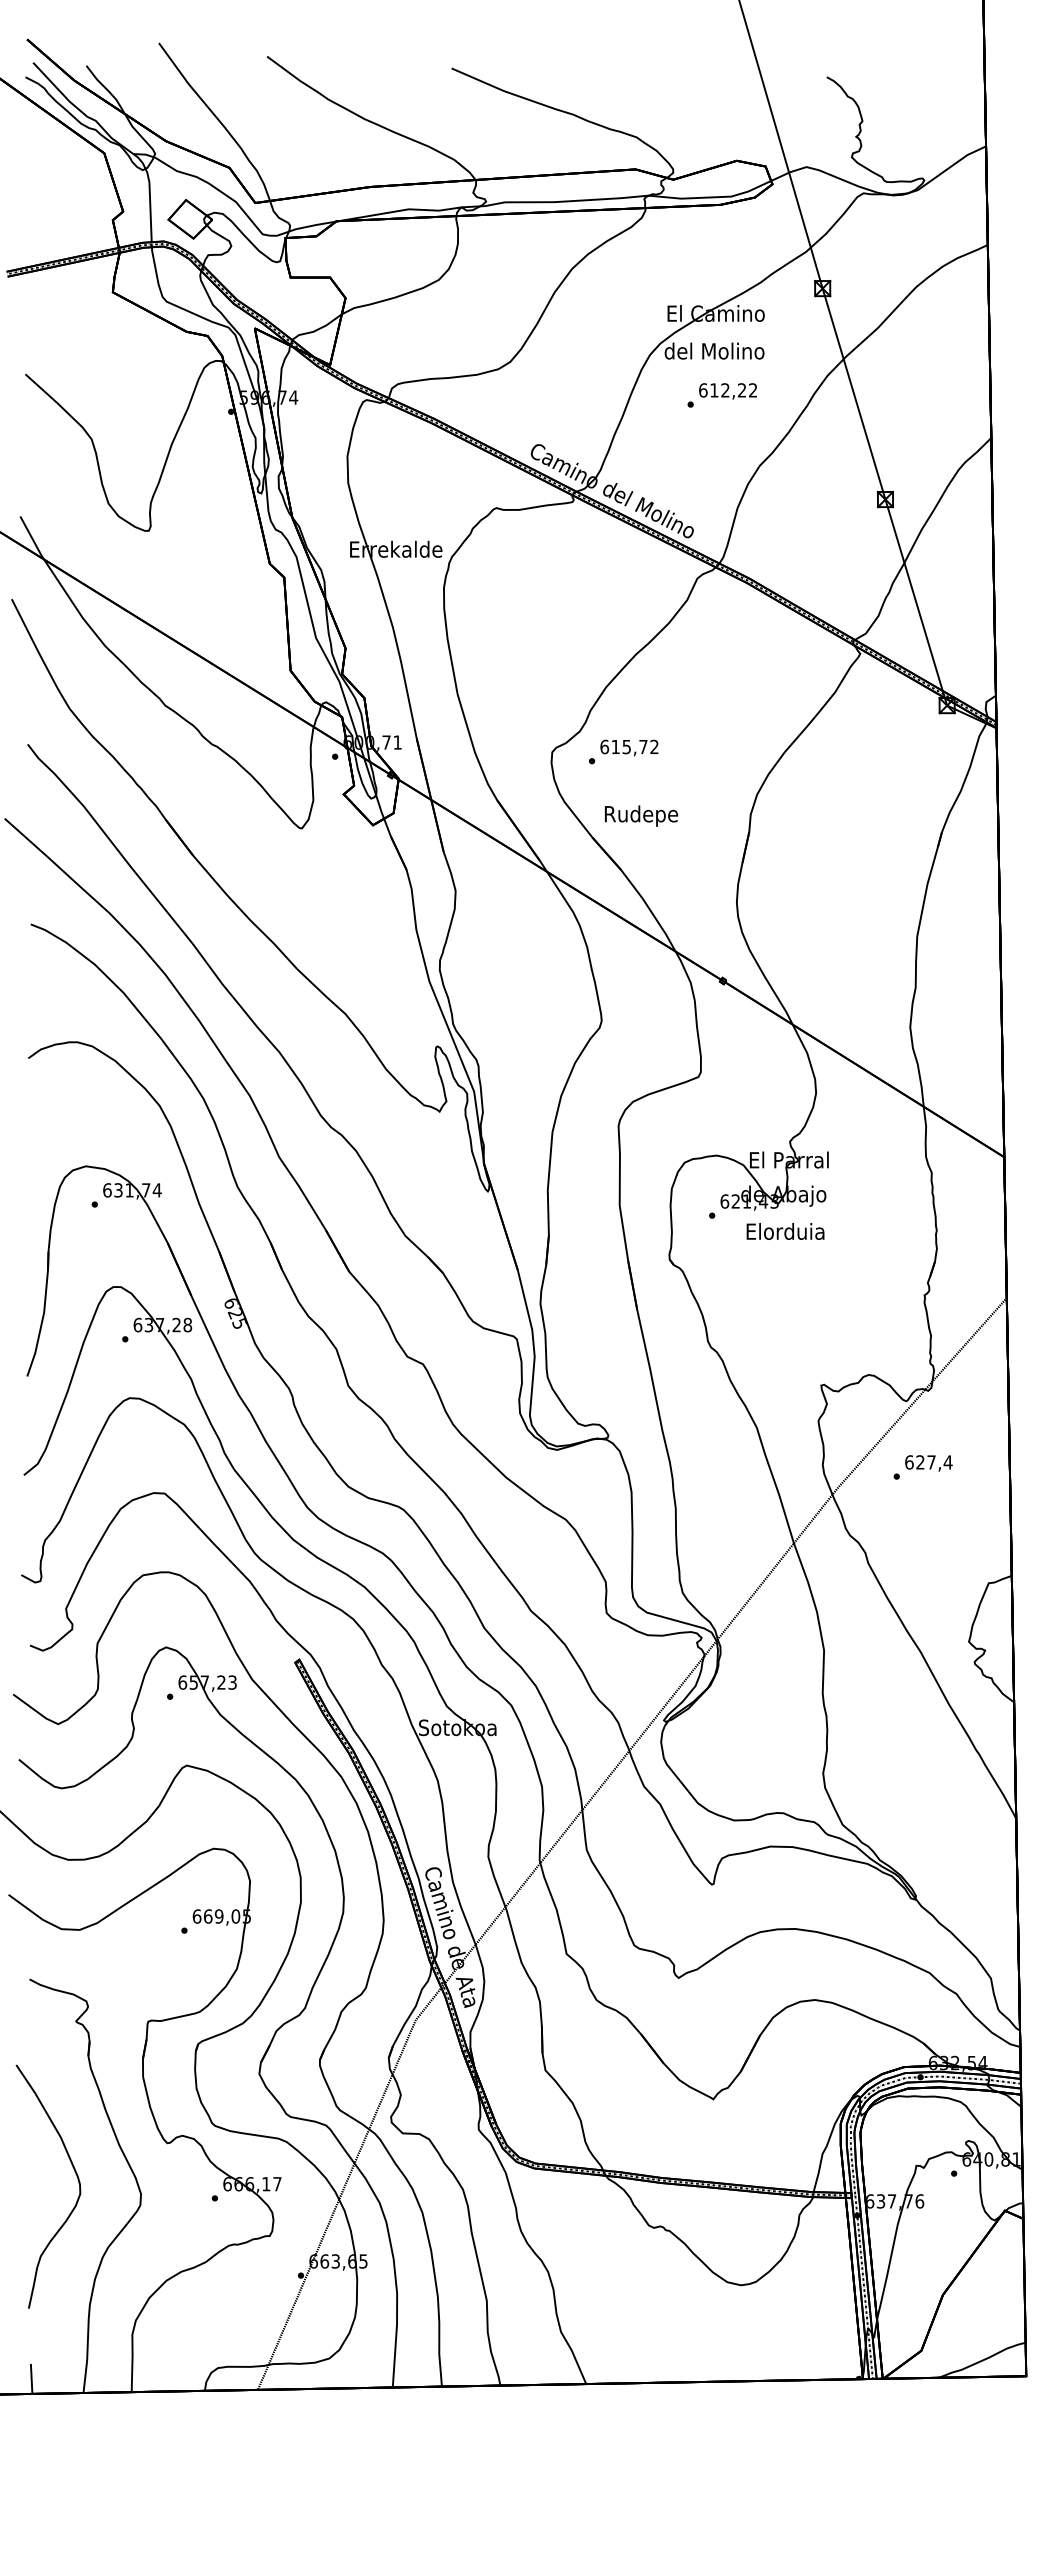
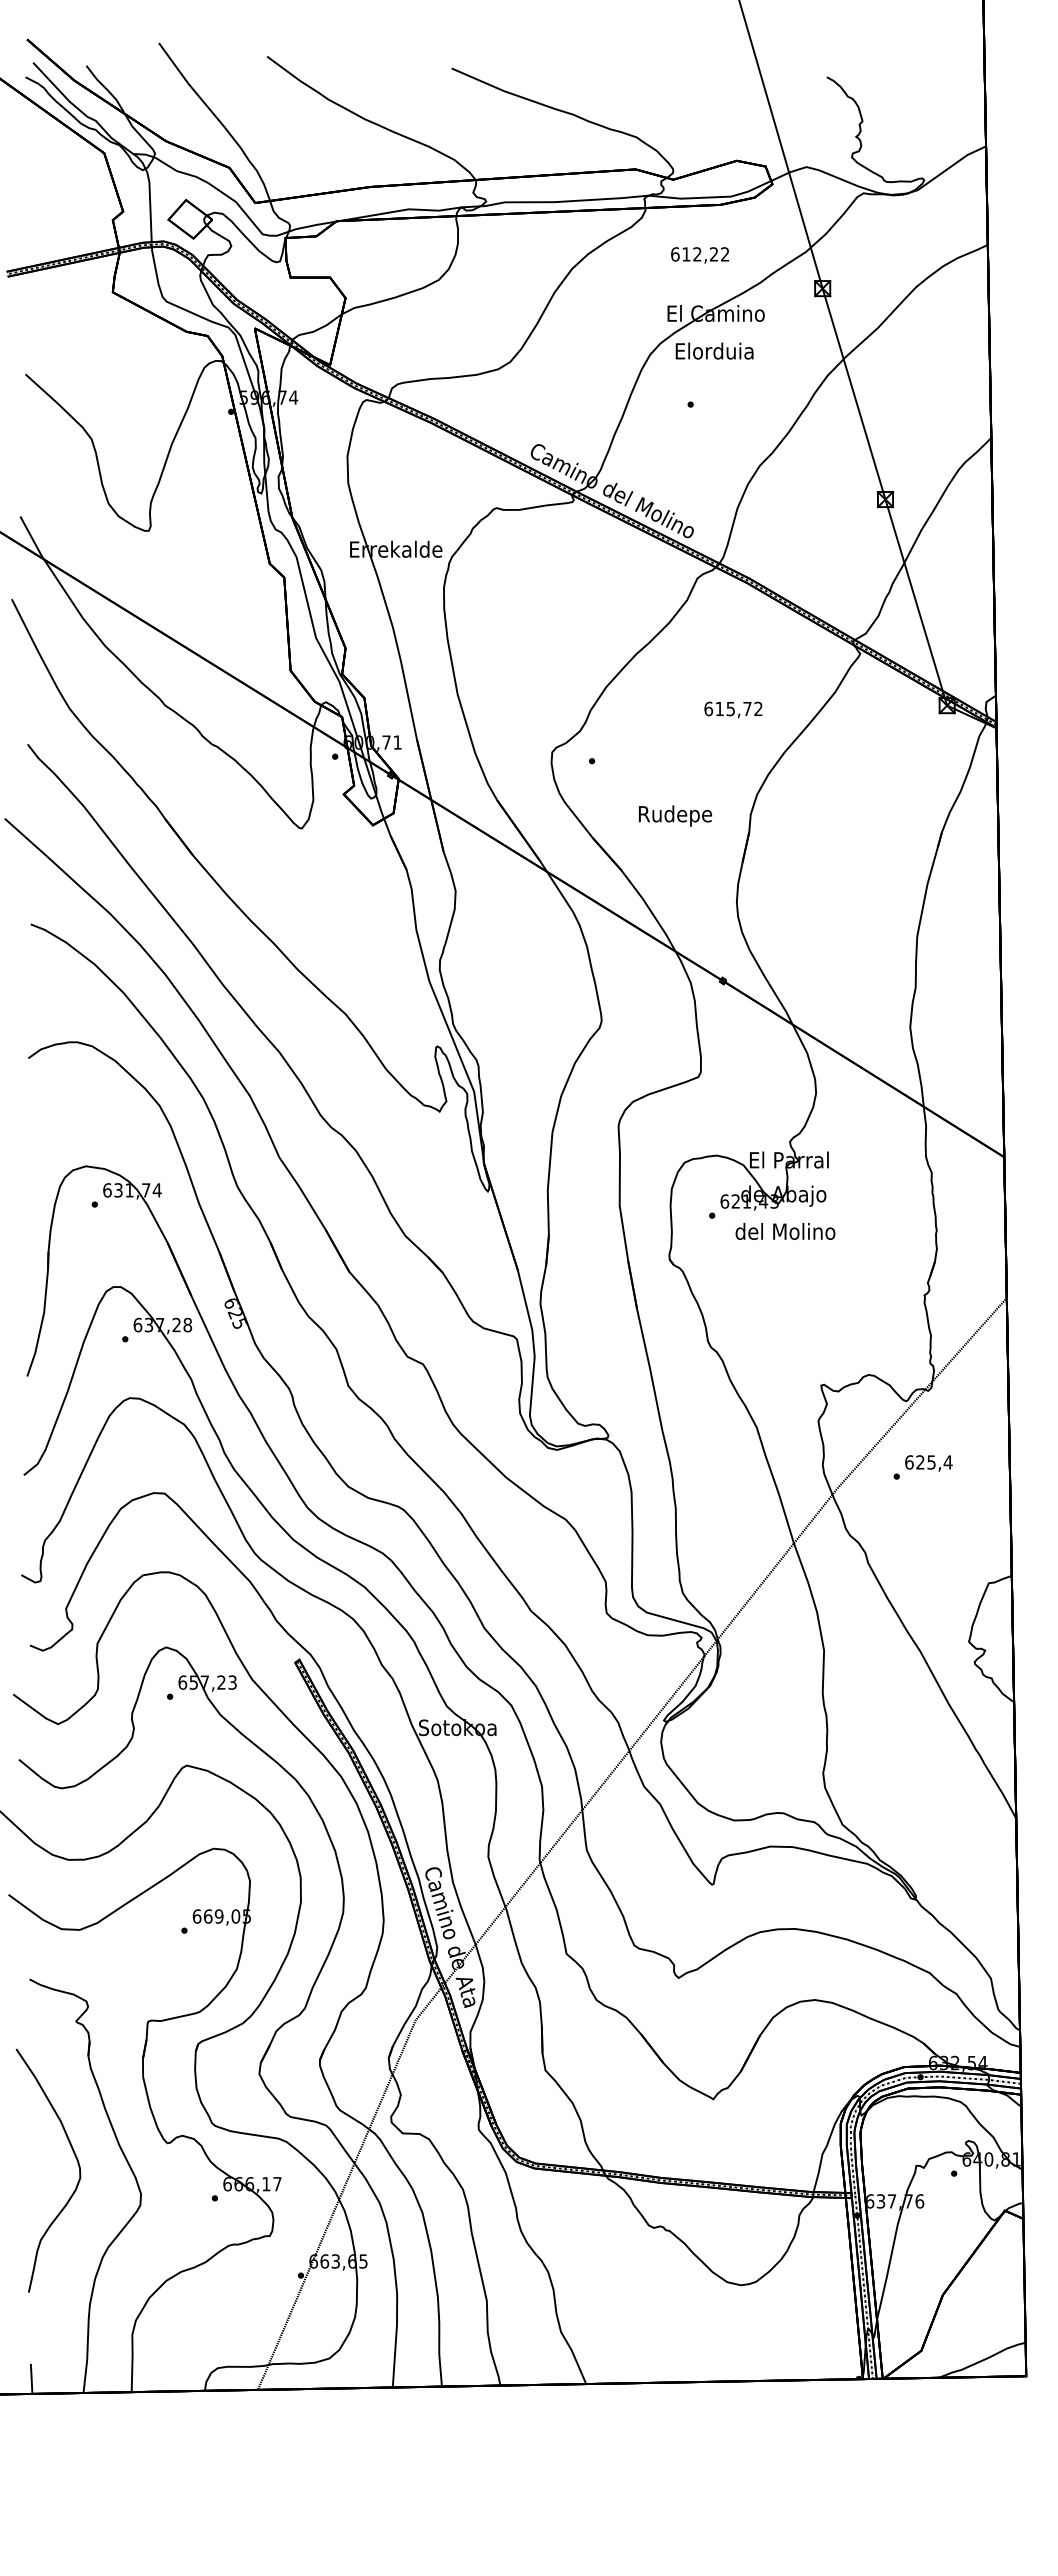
text at (714, 350): del Molino -> Elorduia
text at (727, 391) position: (727, 391) -> (699, 255)
text at (629, 747) position: (629, 747) -> (733, 709)
text at (641, 815) position: (641, 815) -> (675, 815)
text at (785, 1231): Elorduia -> del Molino
text at (931, 1462): 627,4 -> 625,4
curve at (75, 2174) position: (75, 2174) -> (75, 2158)
